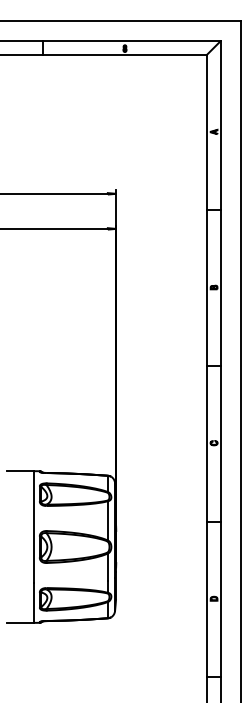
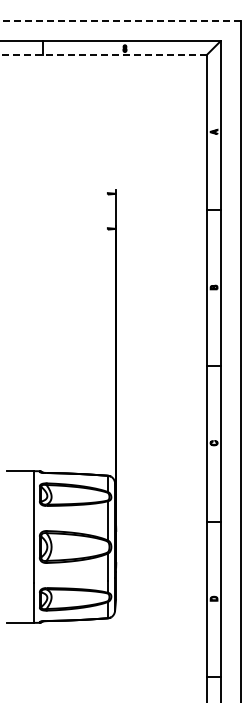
line at (120, 21): solid -> dashed
line at (103, 54): solid -> dashed
line at (54, 193): present -> none
line at (54, 228): present -> none
